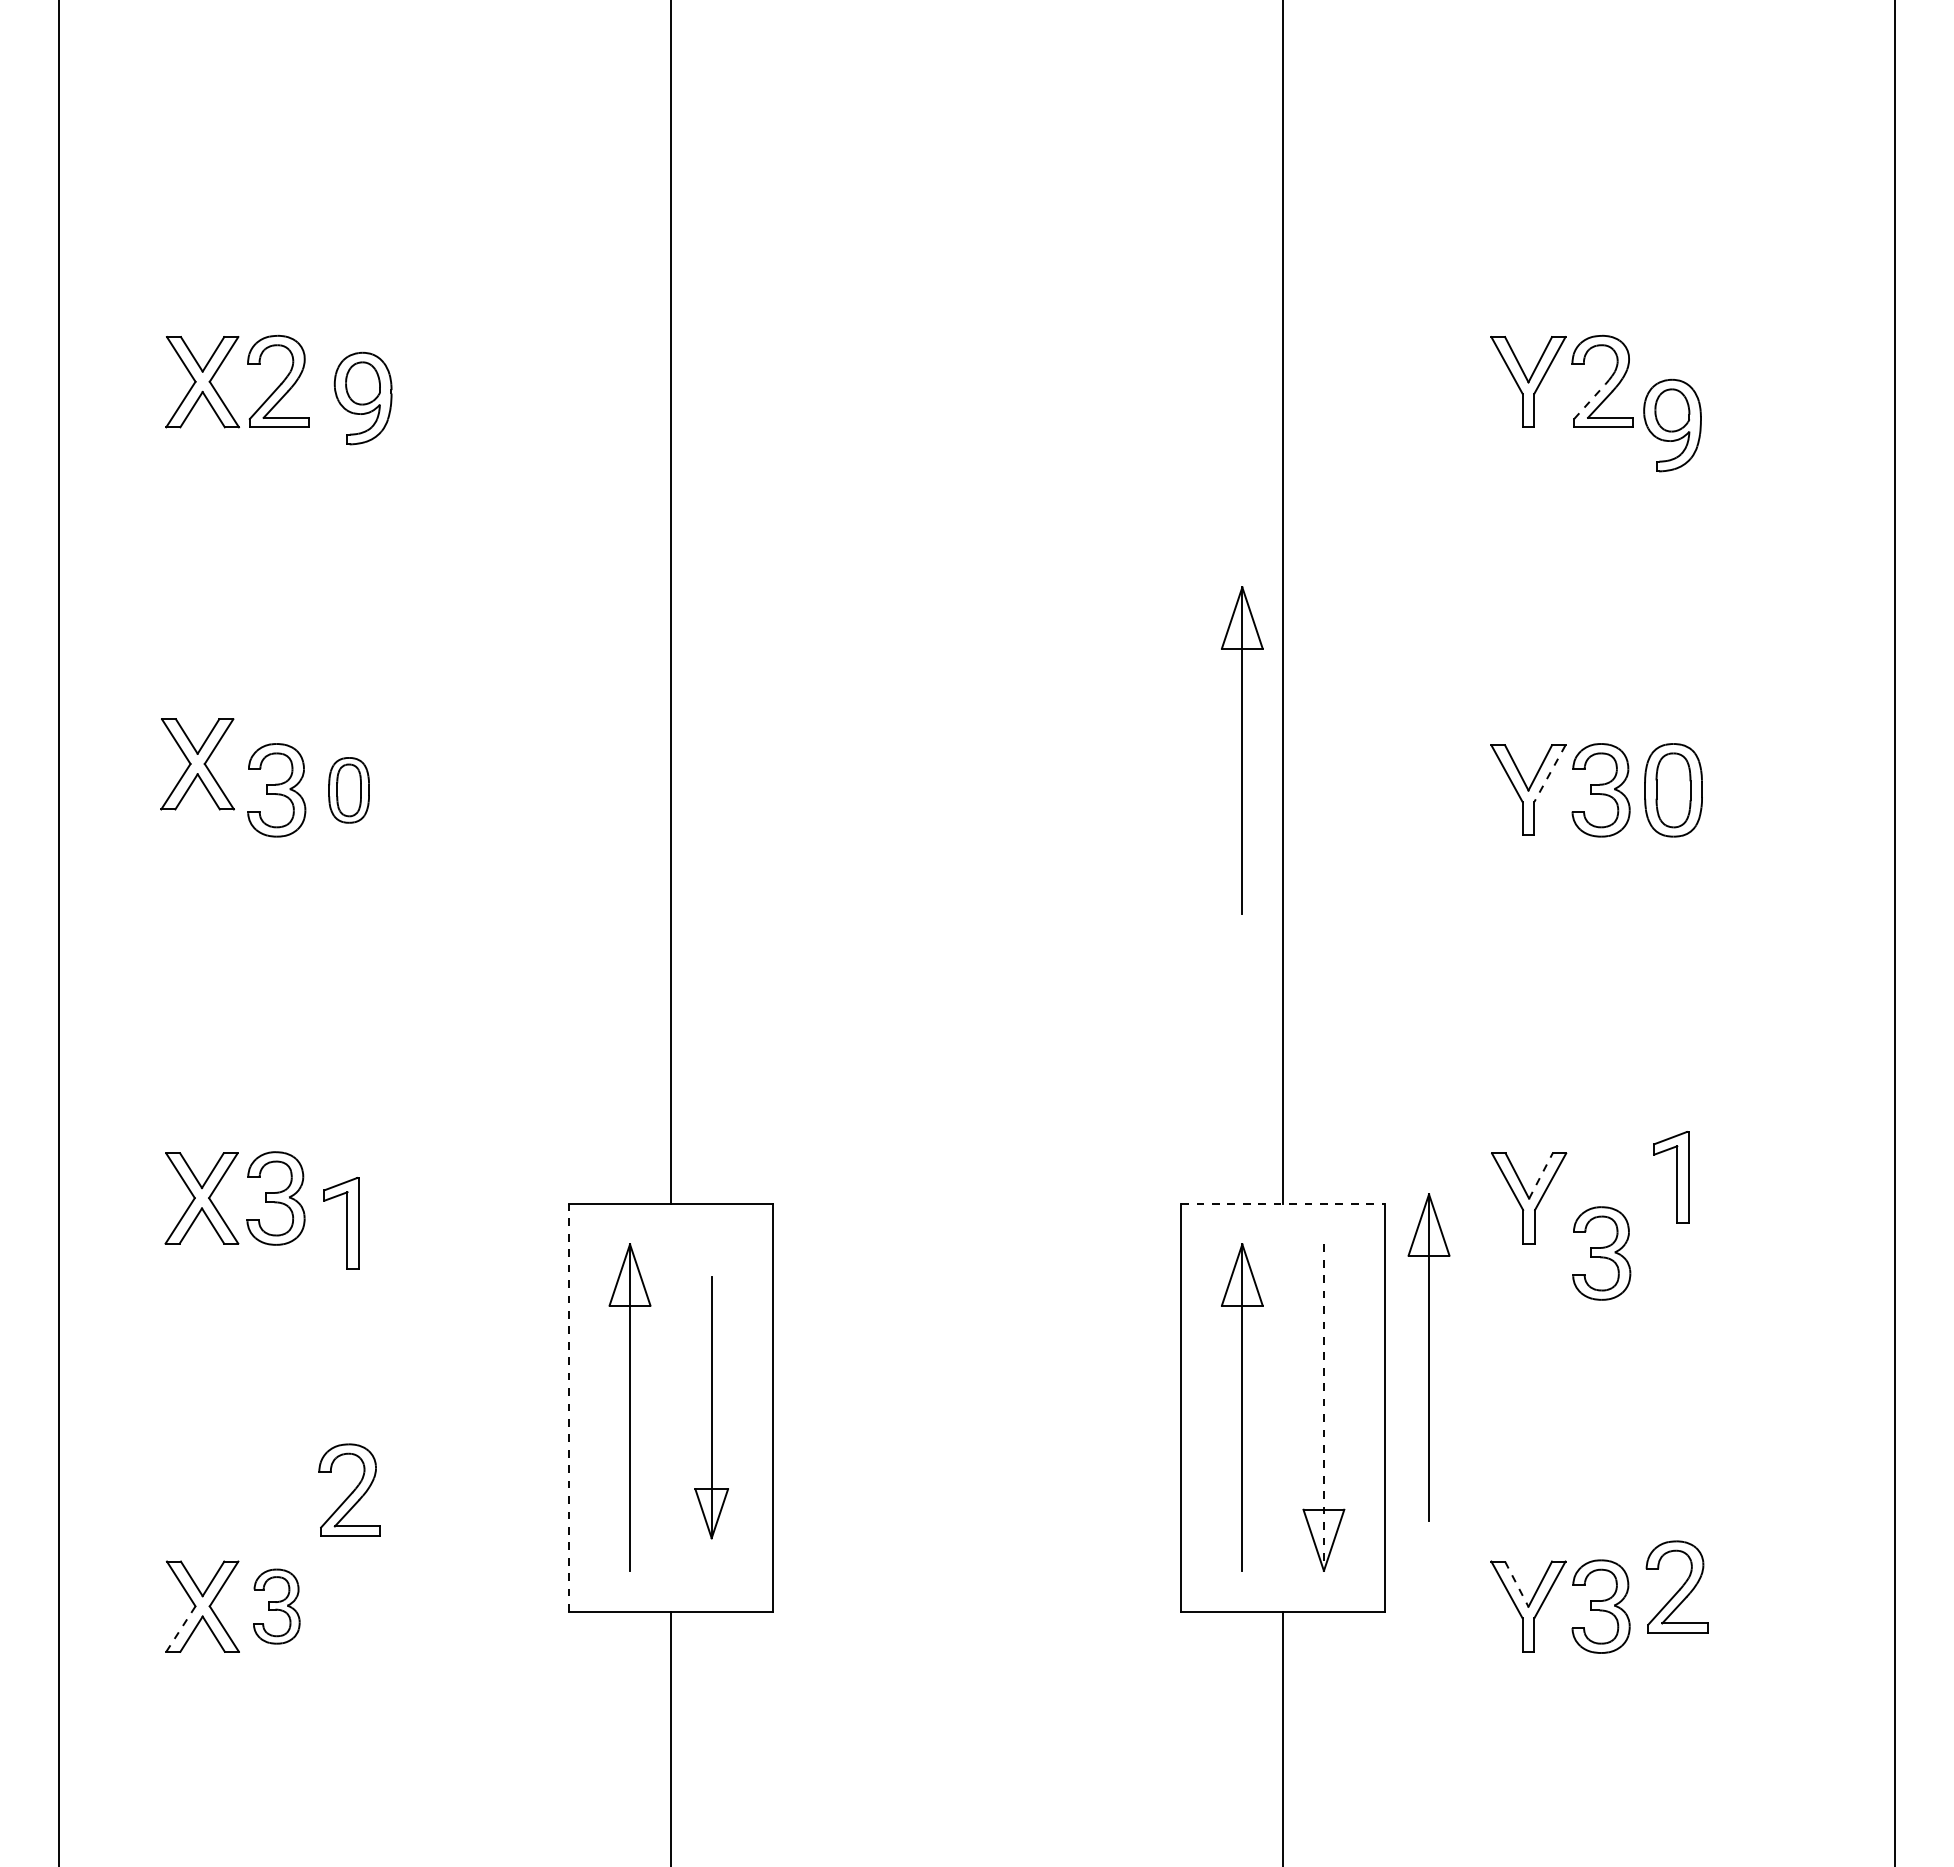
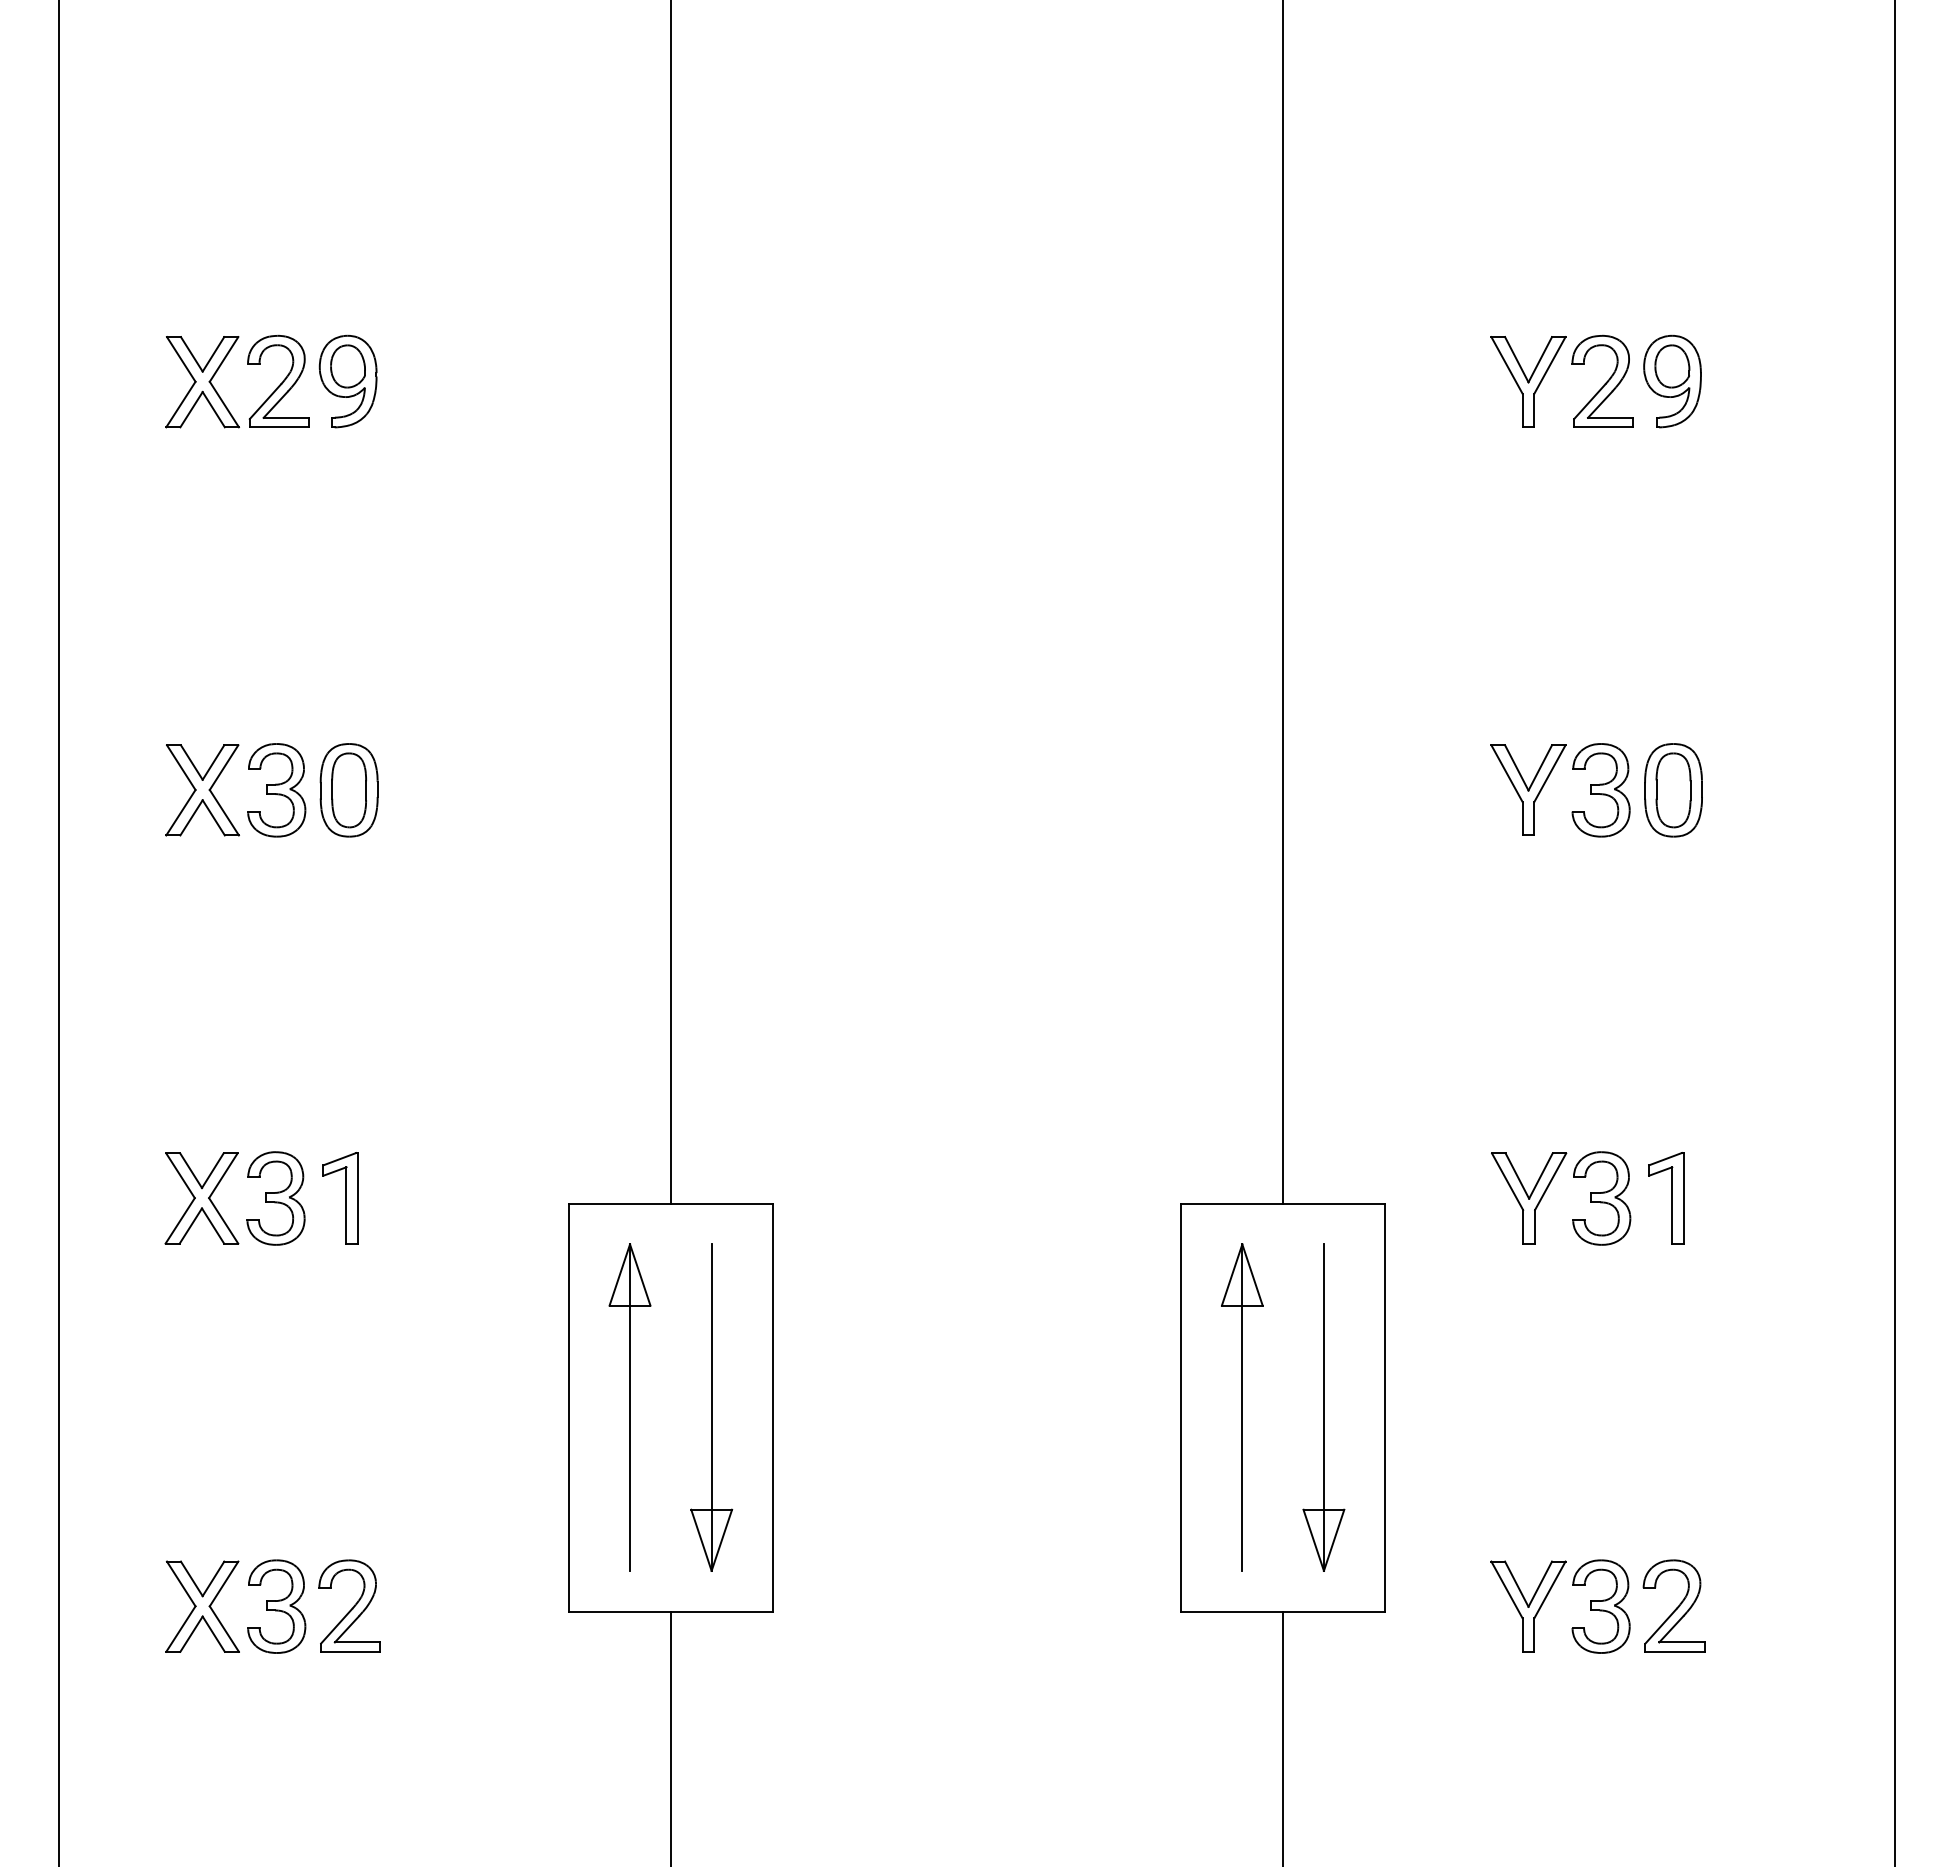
part at (362, 398) position: (362, 398) -> (347, 381)
line at (1590, 401): dashed -> solid
part at (1672, 425) position: (1672, 425) -> (1672, 381)
part at (1242, 750): present -> none
part at (197, 764) position: (197, 764) -> (202, 790)
line at (1549, 773): dashed -> solid
part at (348, 790) size: 42x67 px -> 60x95 px
line at (1540, 1176): dashed -> solid
part at (1671, 1177) position: (1671, 1177) -> (1666, 1198)
line at (1283, 1203): dashed -> solid
part at (341, 1223) position: (341, 1223) -> (340, 1198)
part at (1601, 1253) position: (1601, 1253) -> (1601, 1198)
part at (1428, 1357): present -> none
line at (568, 1407): dashed -> solid
part at (711, 1407) size: 35x264 px -> 44x329 px
line at (1323, 1408): dashed -> solid
part at (349, 1489) position: (349, 1489) -> (349, 1605)
line at (1517, 1584): dashed -> solid
part at (1676, 1586) position: (1676, 1586) -> (1673, 1605)
part at (276, 1606) size: 48x77 px -> 60x95 px
line at (181, 1628): dashed -> solid
